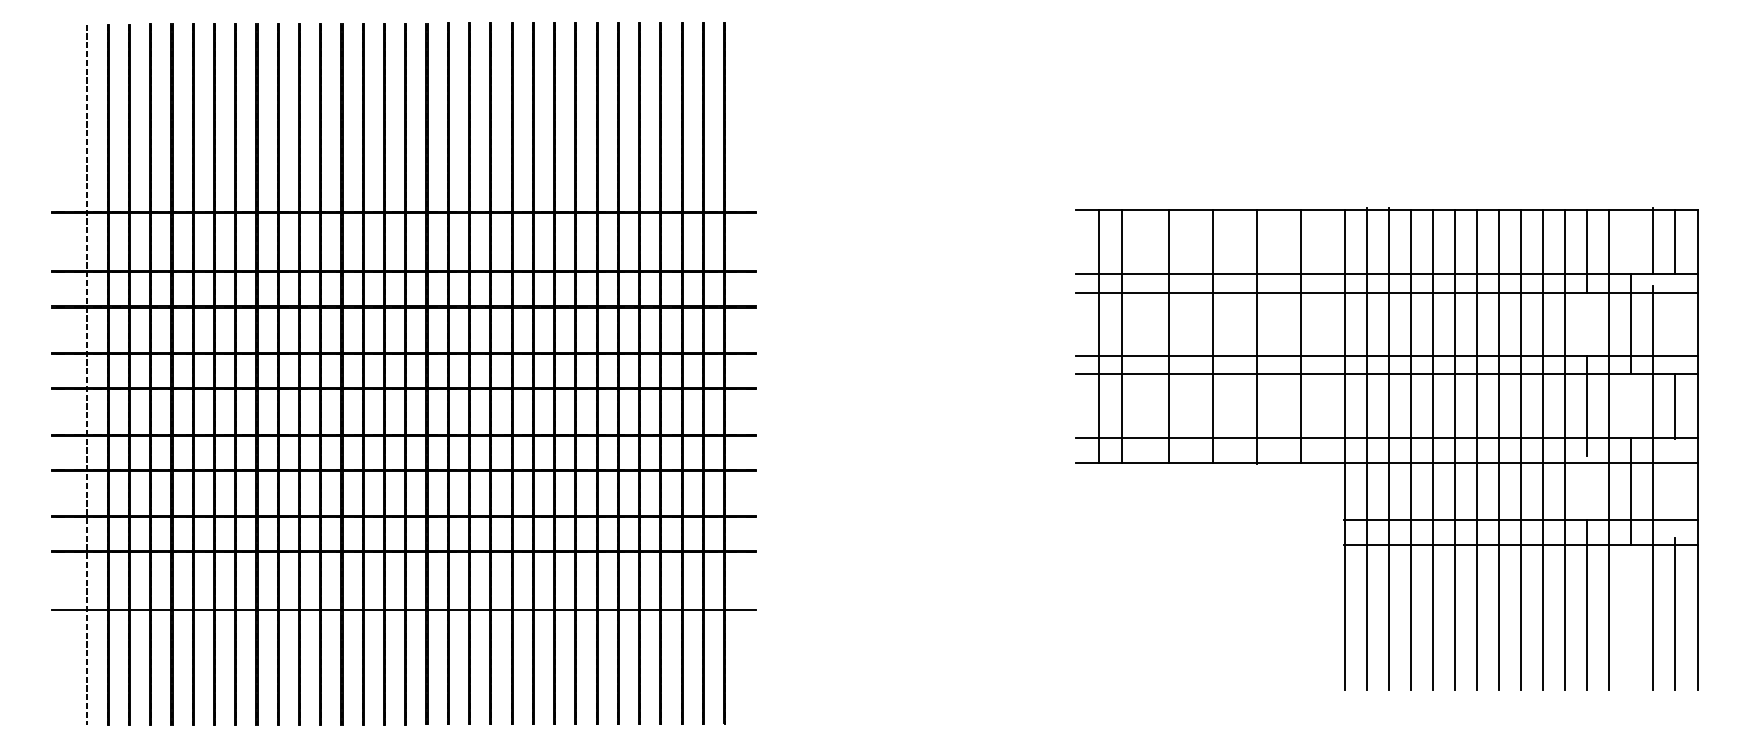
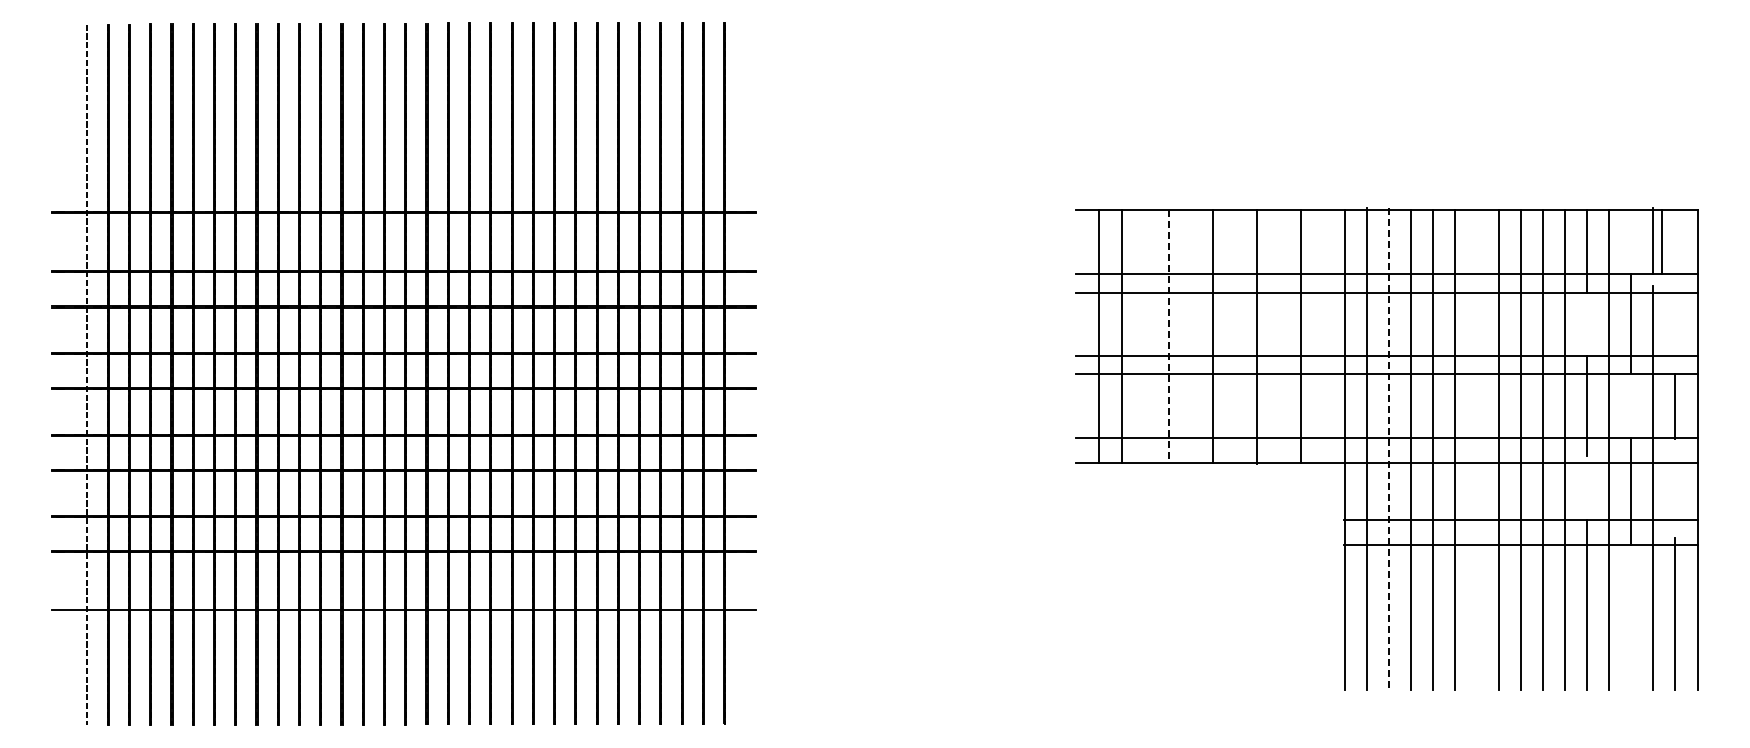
line at (1675, 241) position: (1675, 241) -> (1662, 241)
line at (1169, 336): solid -> dashed
line at (1389, 448): solid -> dashed
line at (1477, 449): present -> none
